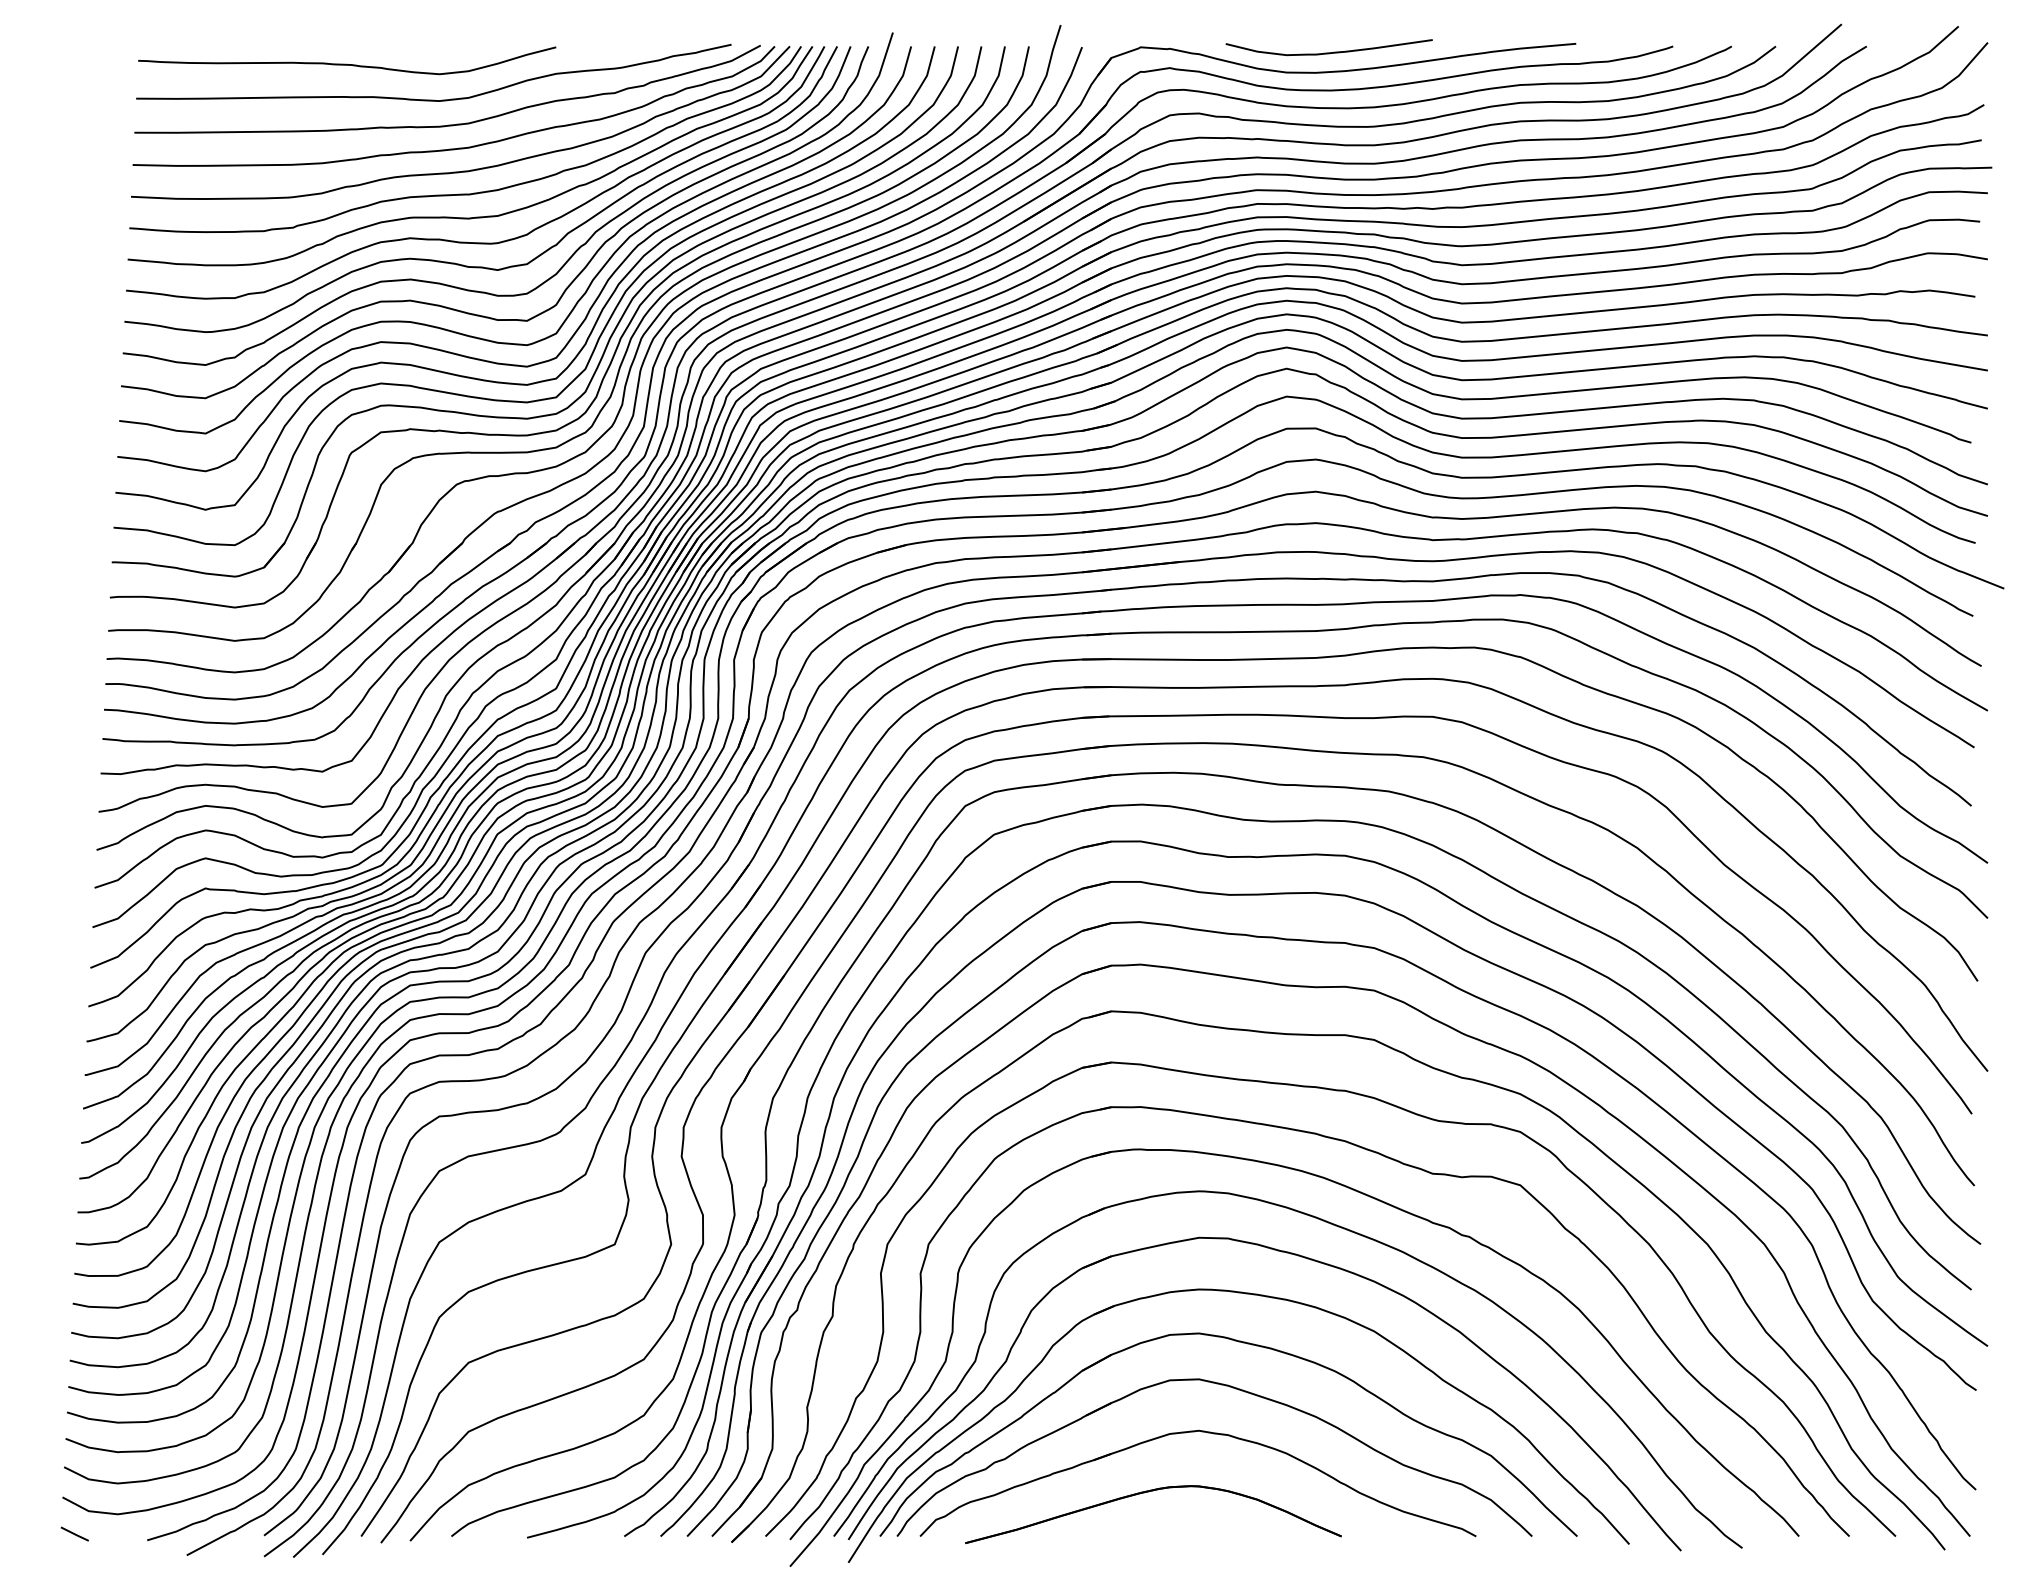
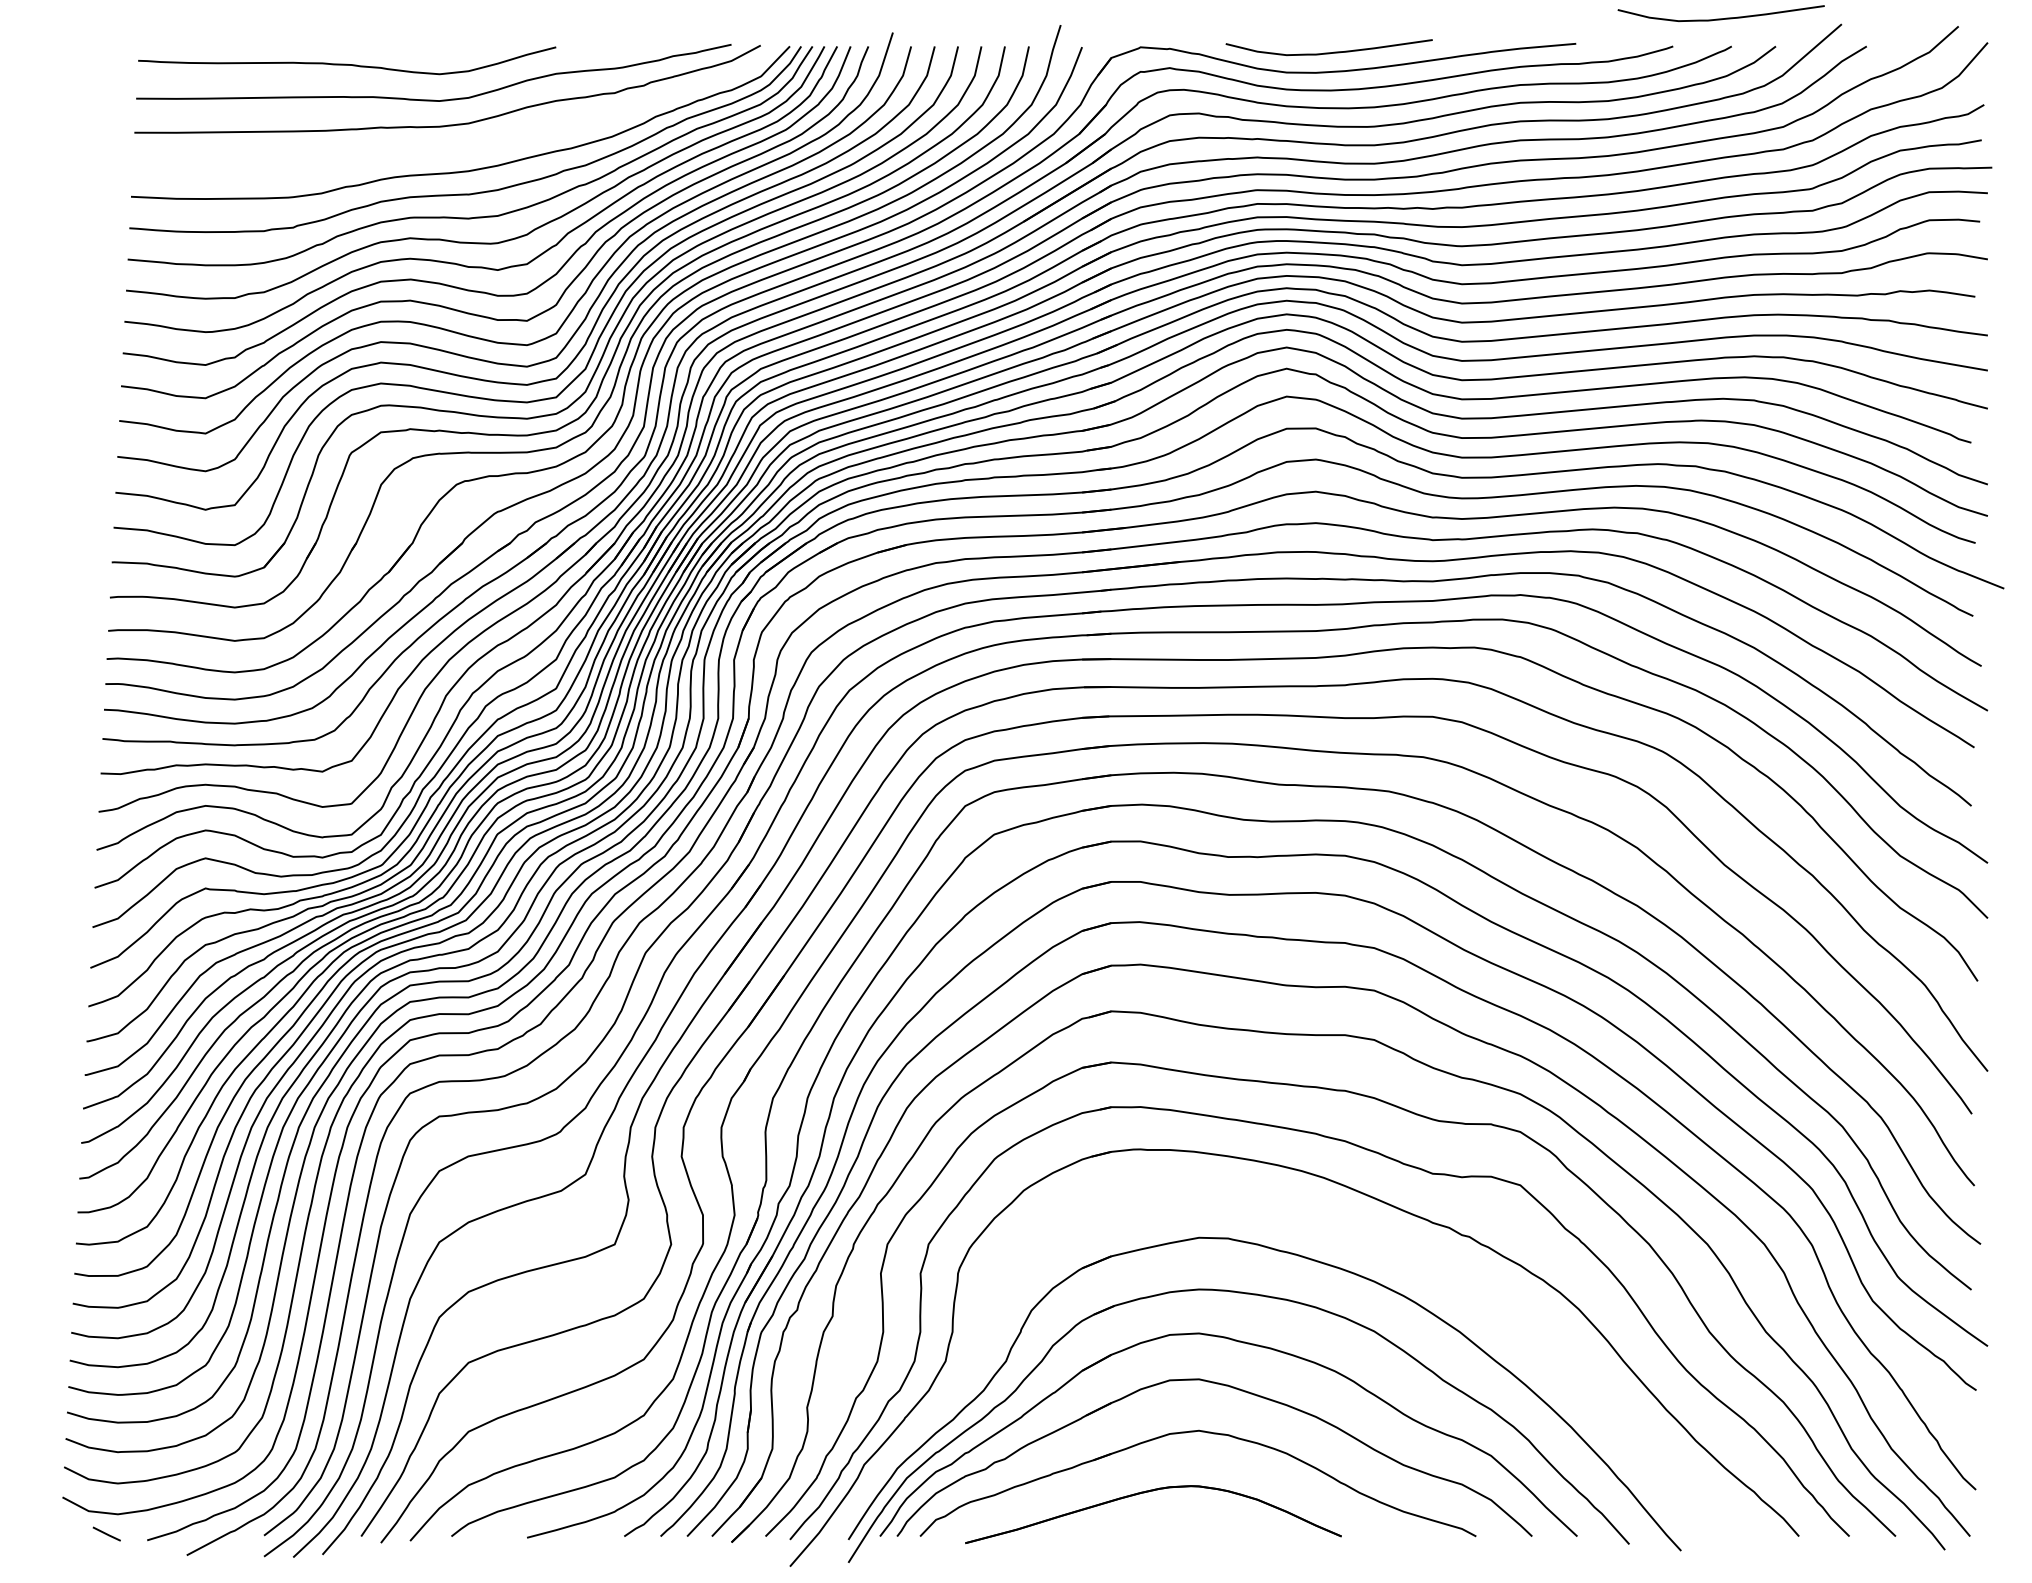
curve at (1720, 18): none -> present
curve at (458, 147): present -> none
part at (1343, 1229): present -> none
line at (74, 1533) position: (74, 1533) -> (106, 1533)
